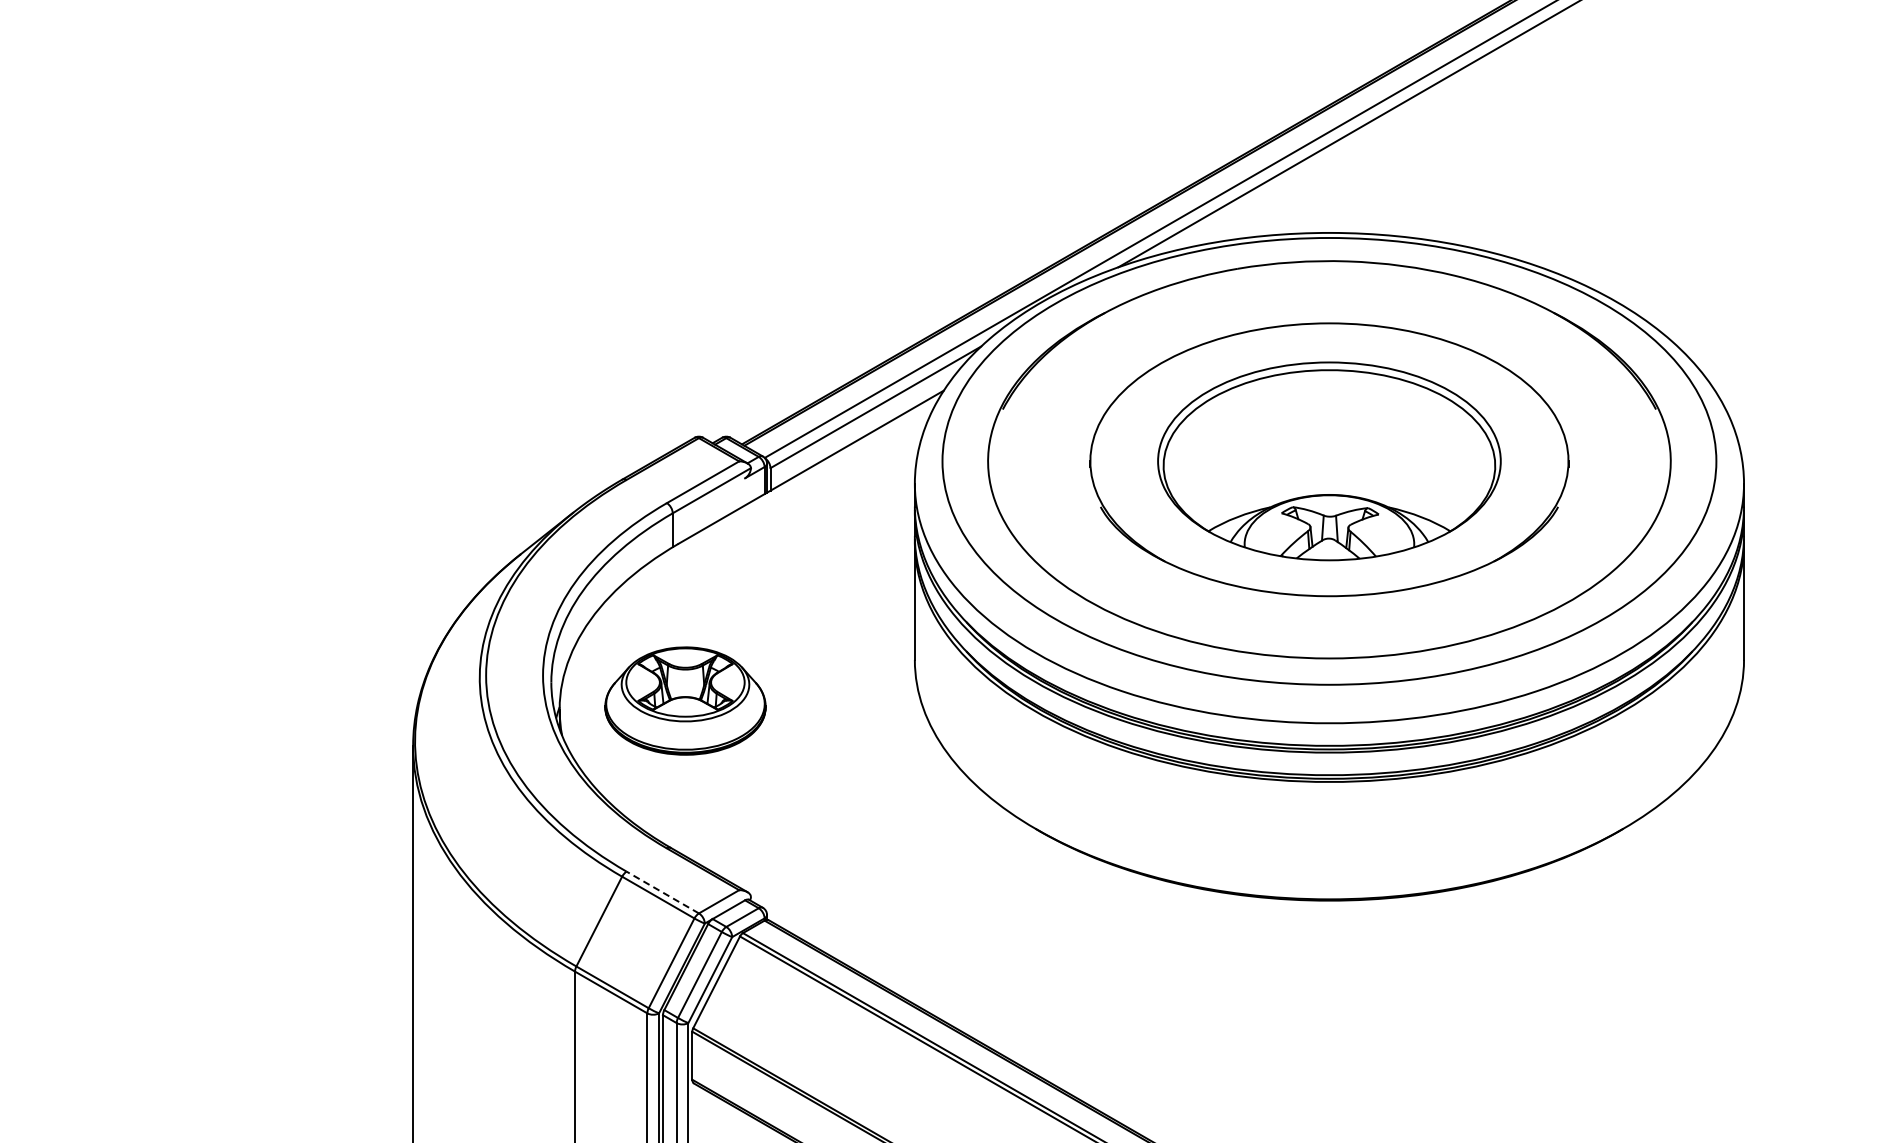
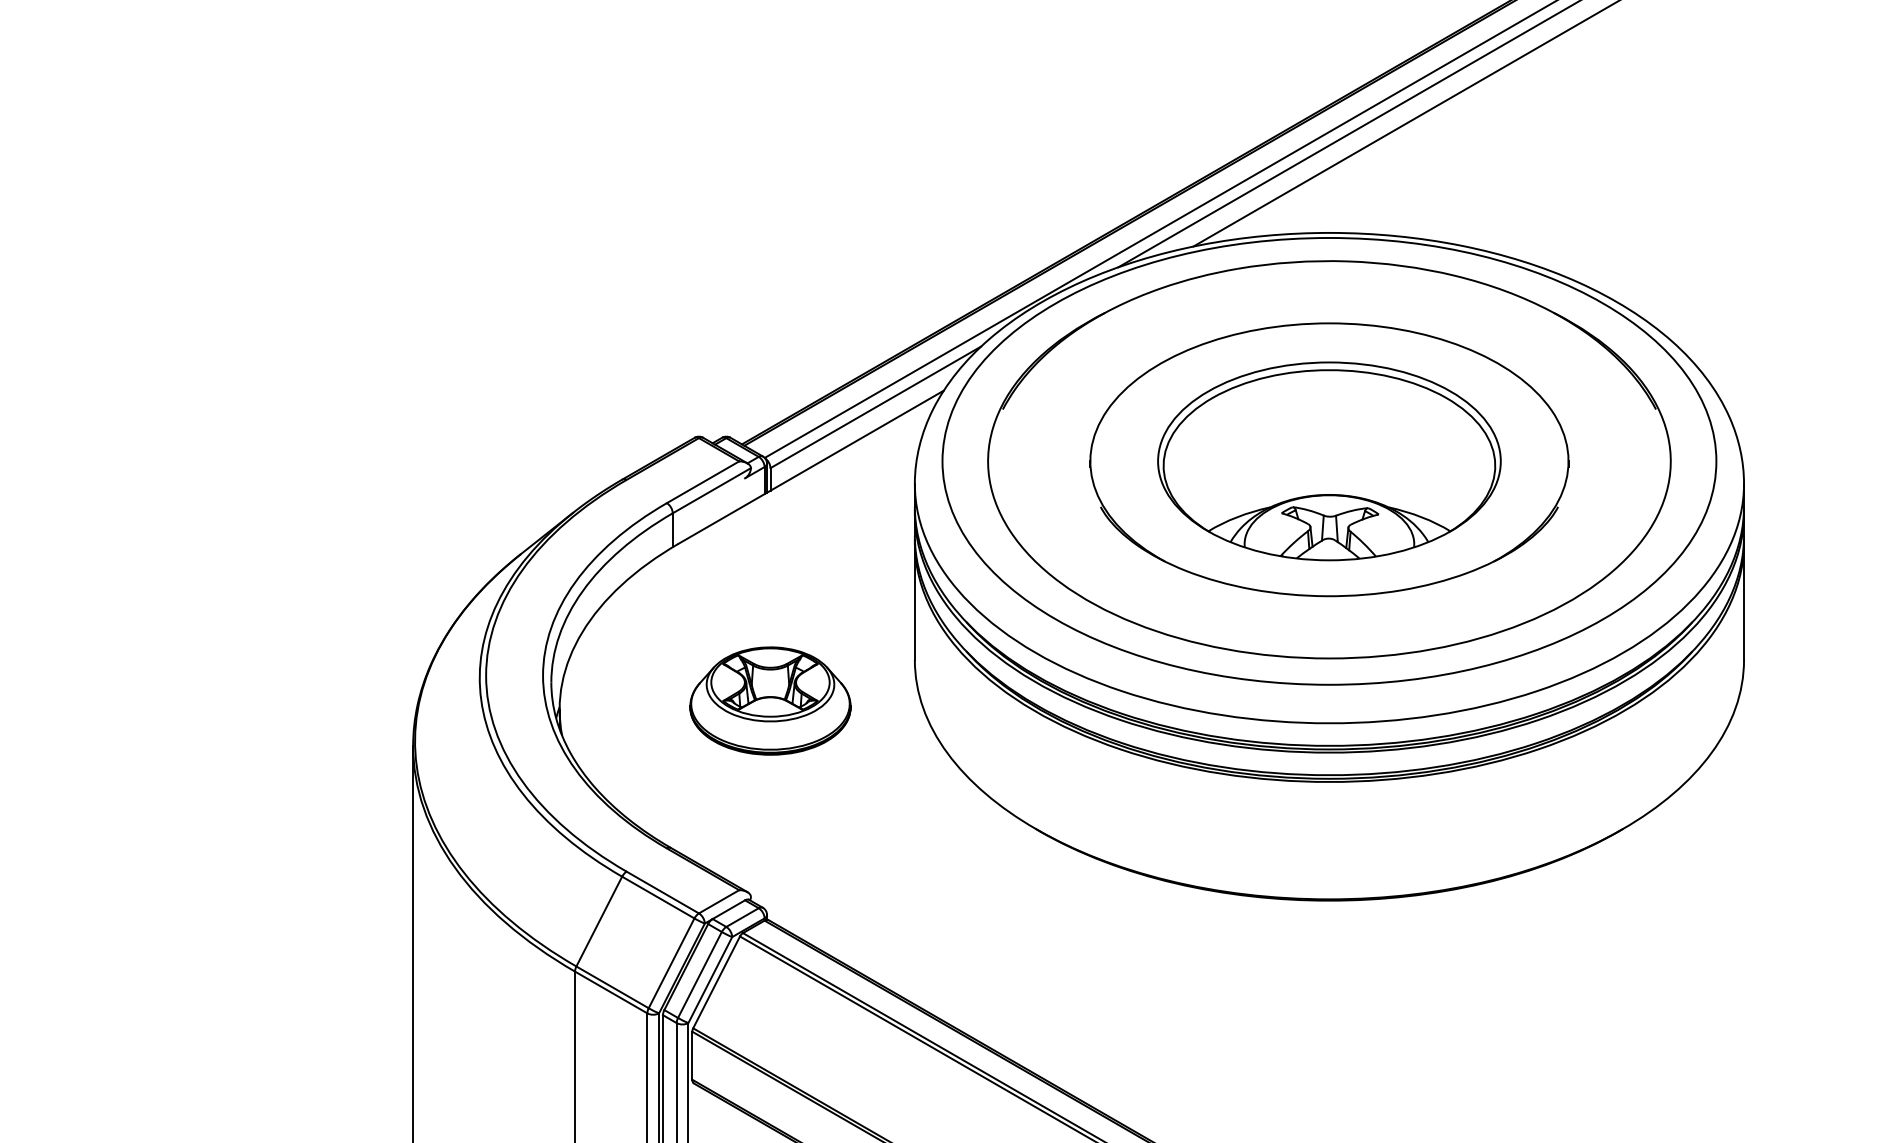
line at (1404, 124): none -> present
part at (685, 700) position: (685, 700) -> (770, 700)
line at (662, 892): dashed -> solid
